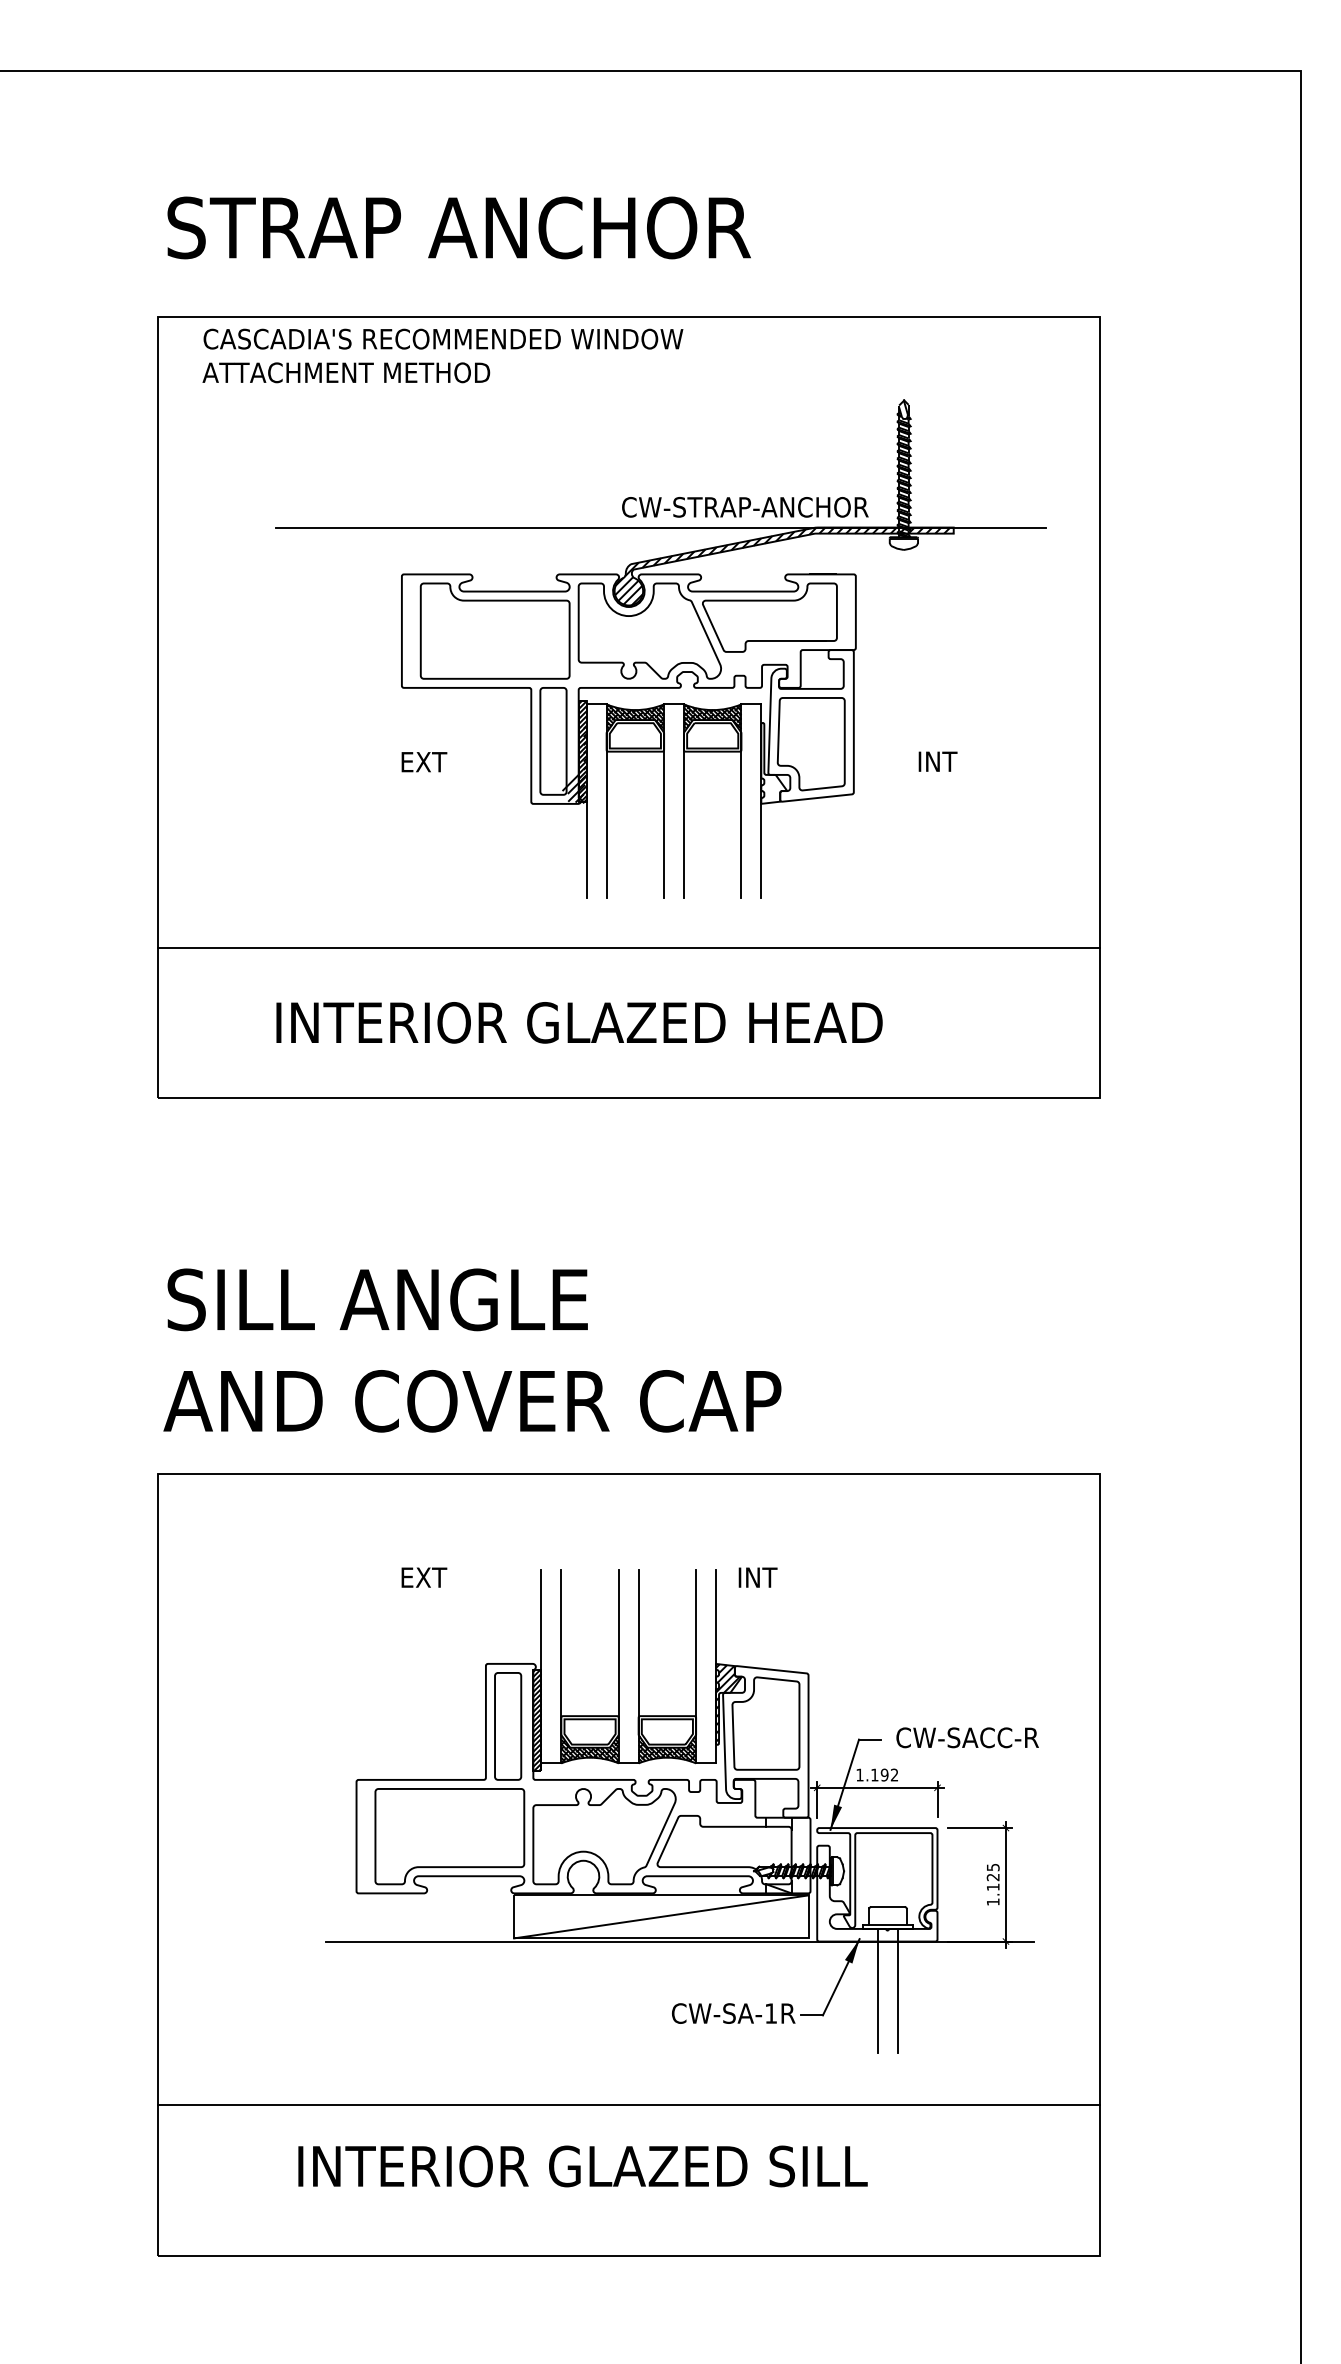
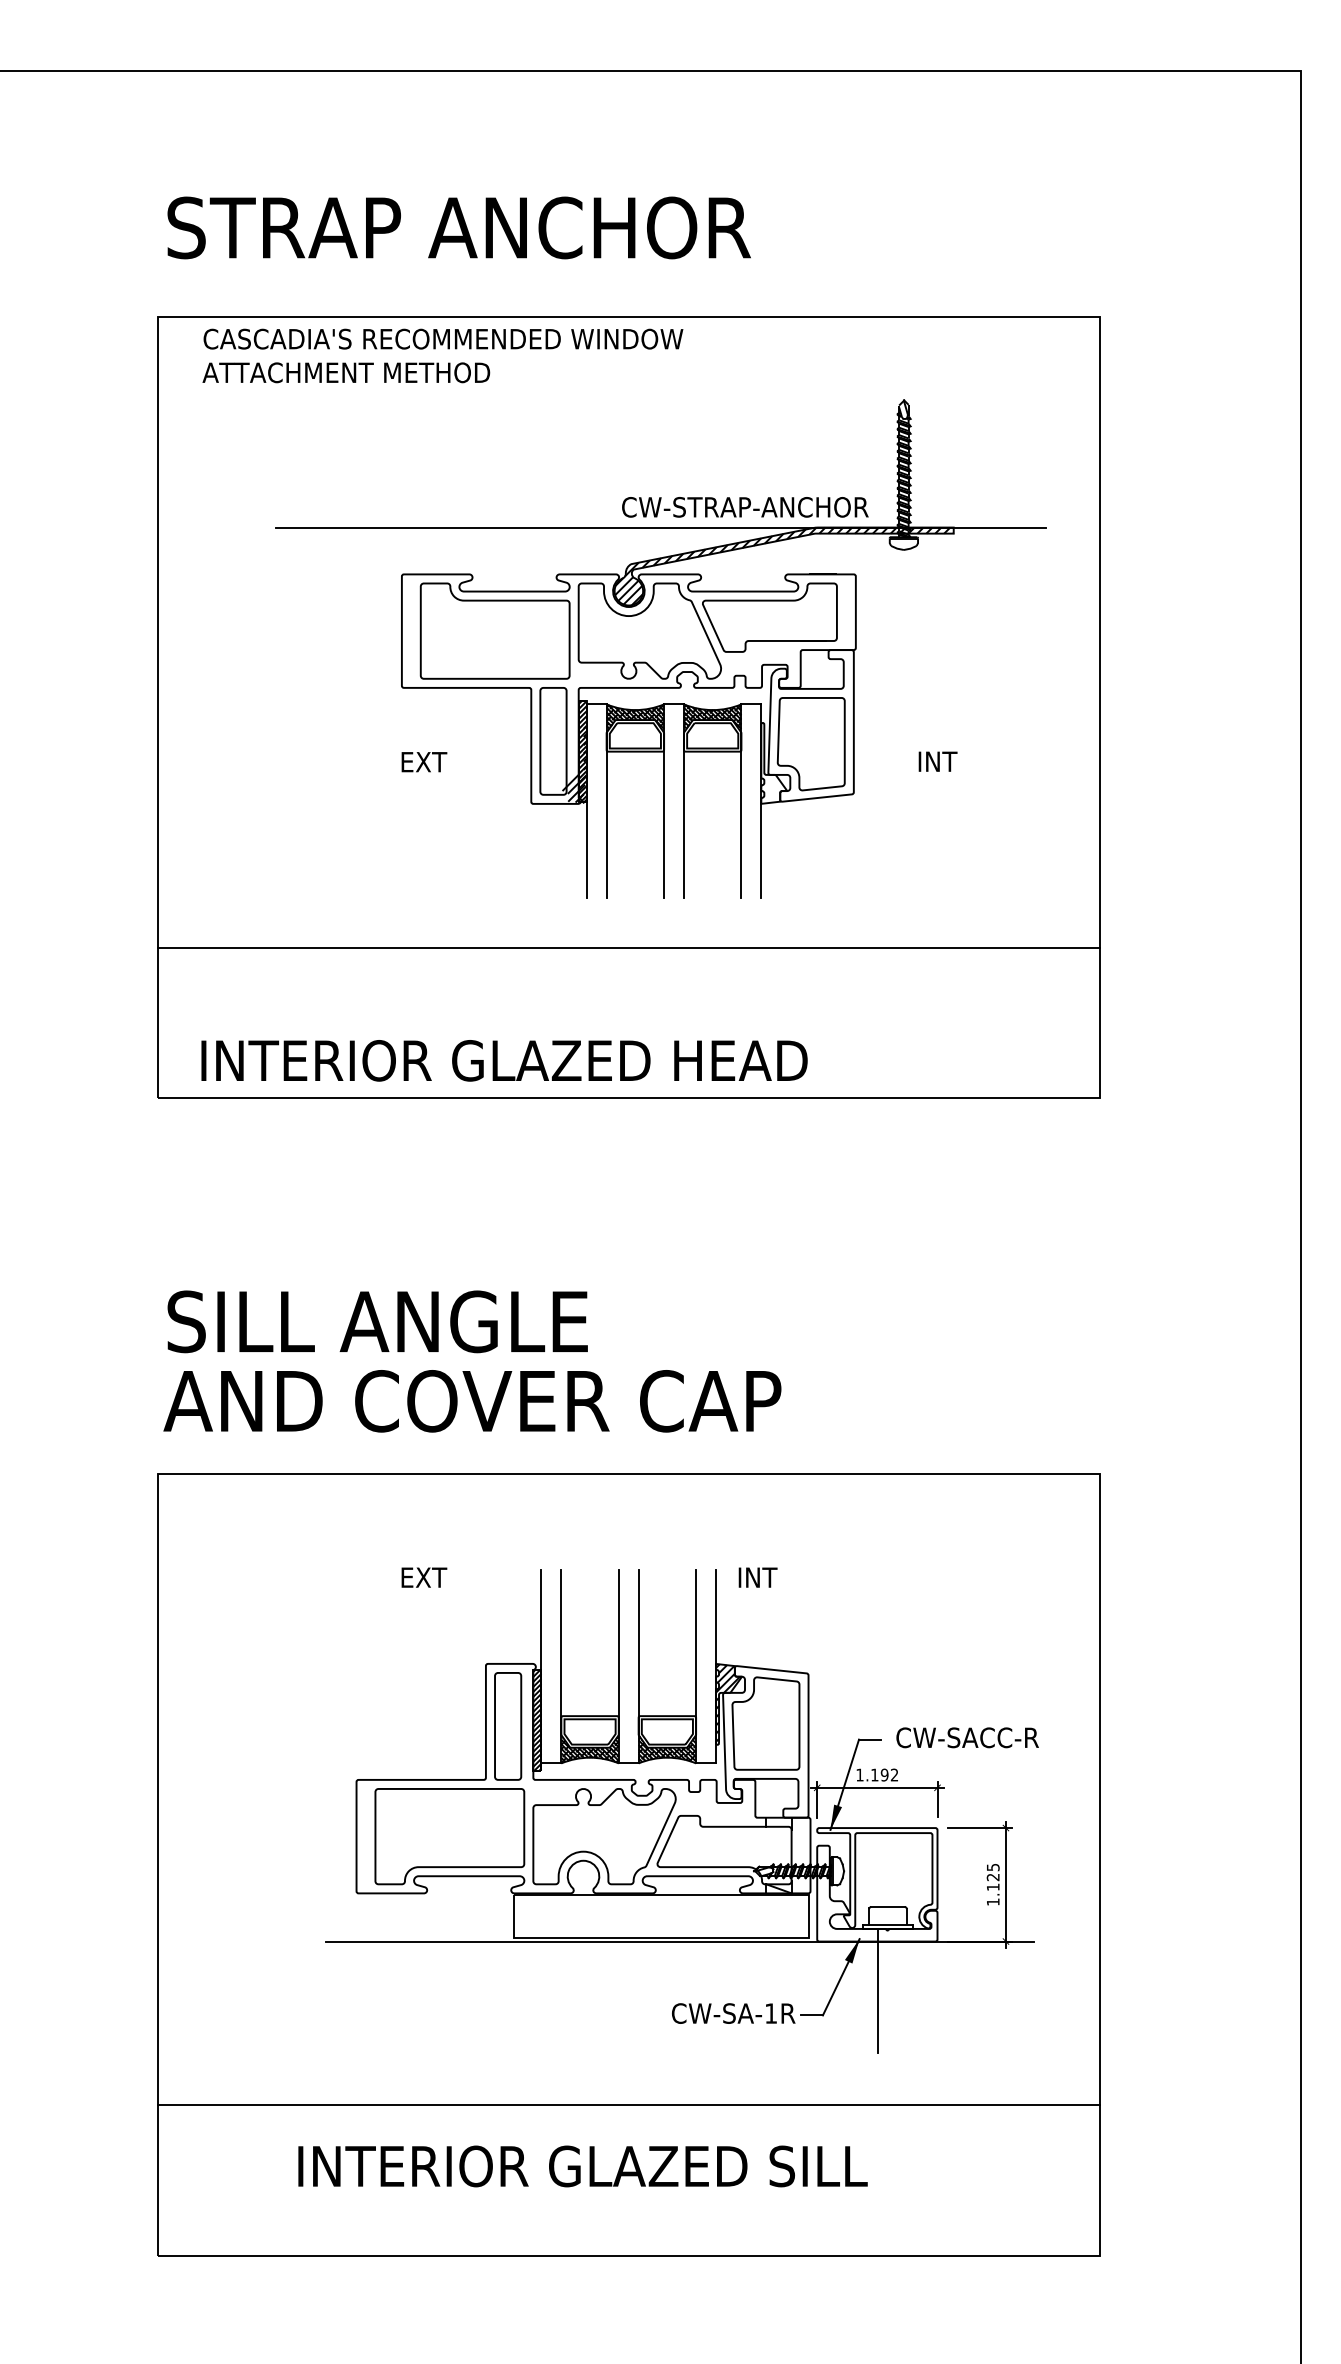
text at (579, 1022) position: (579, 1022) -> (504, 1060)
text at (377, 1299) position: (377, 1299) -> (377, 1321)
line at (661, 1916): present -> none
line at (898, 1990): present -> none
